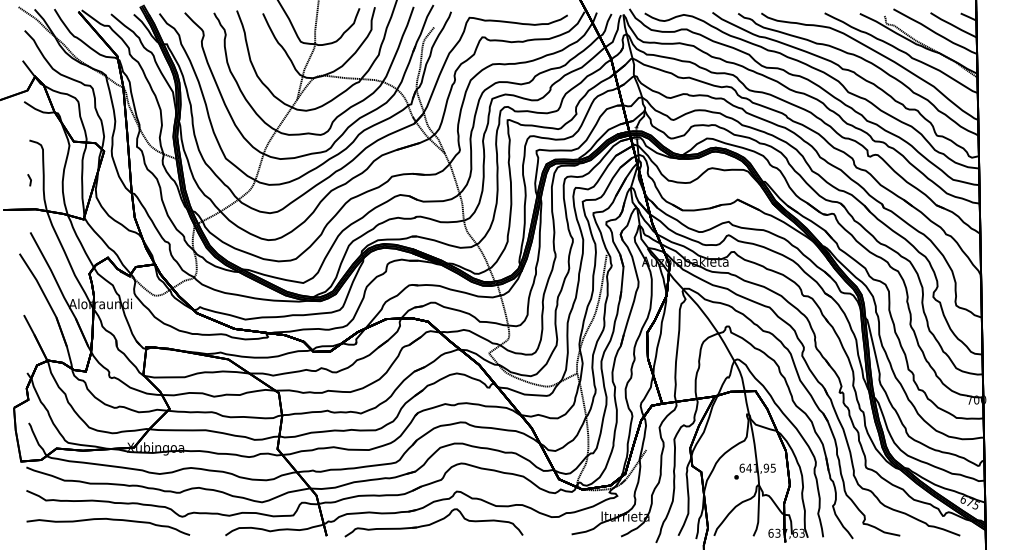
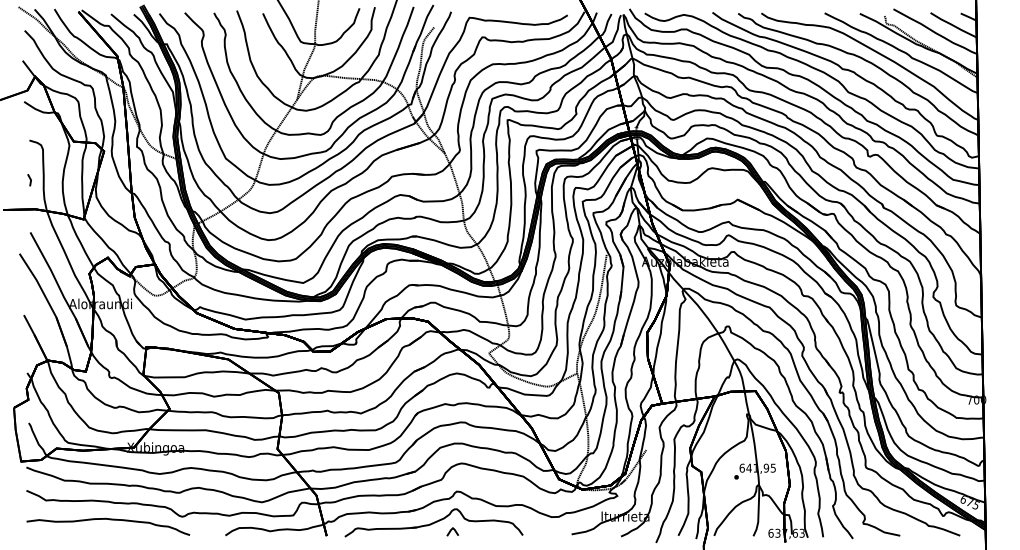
line at (451, 531): none -> present
